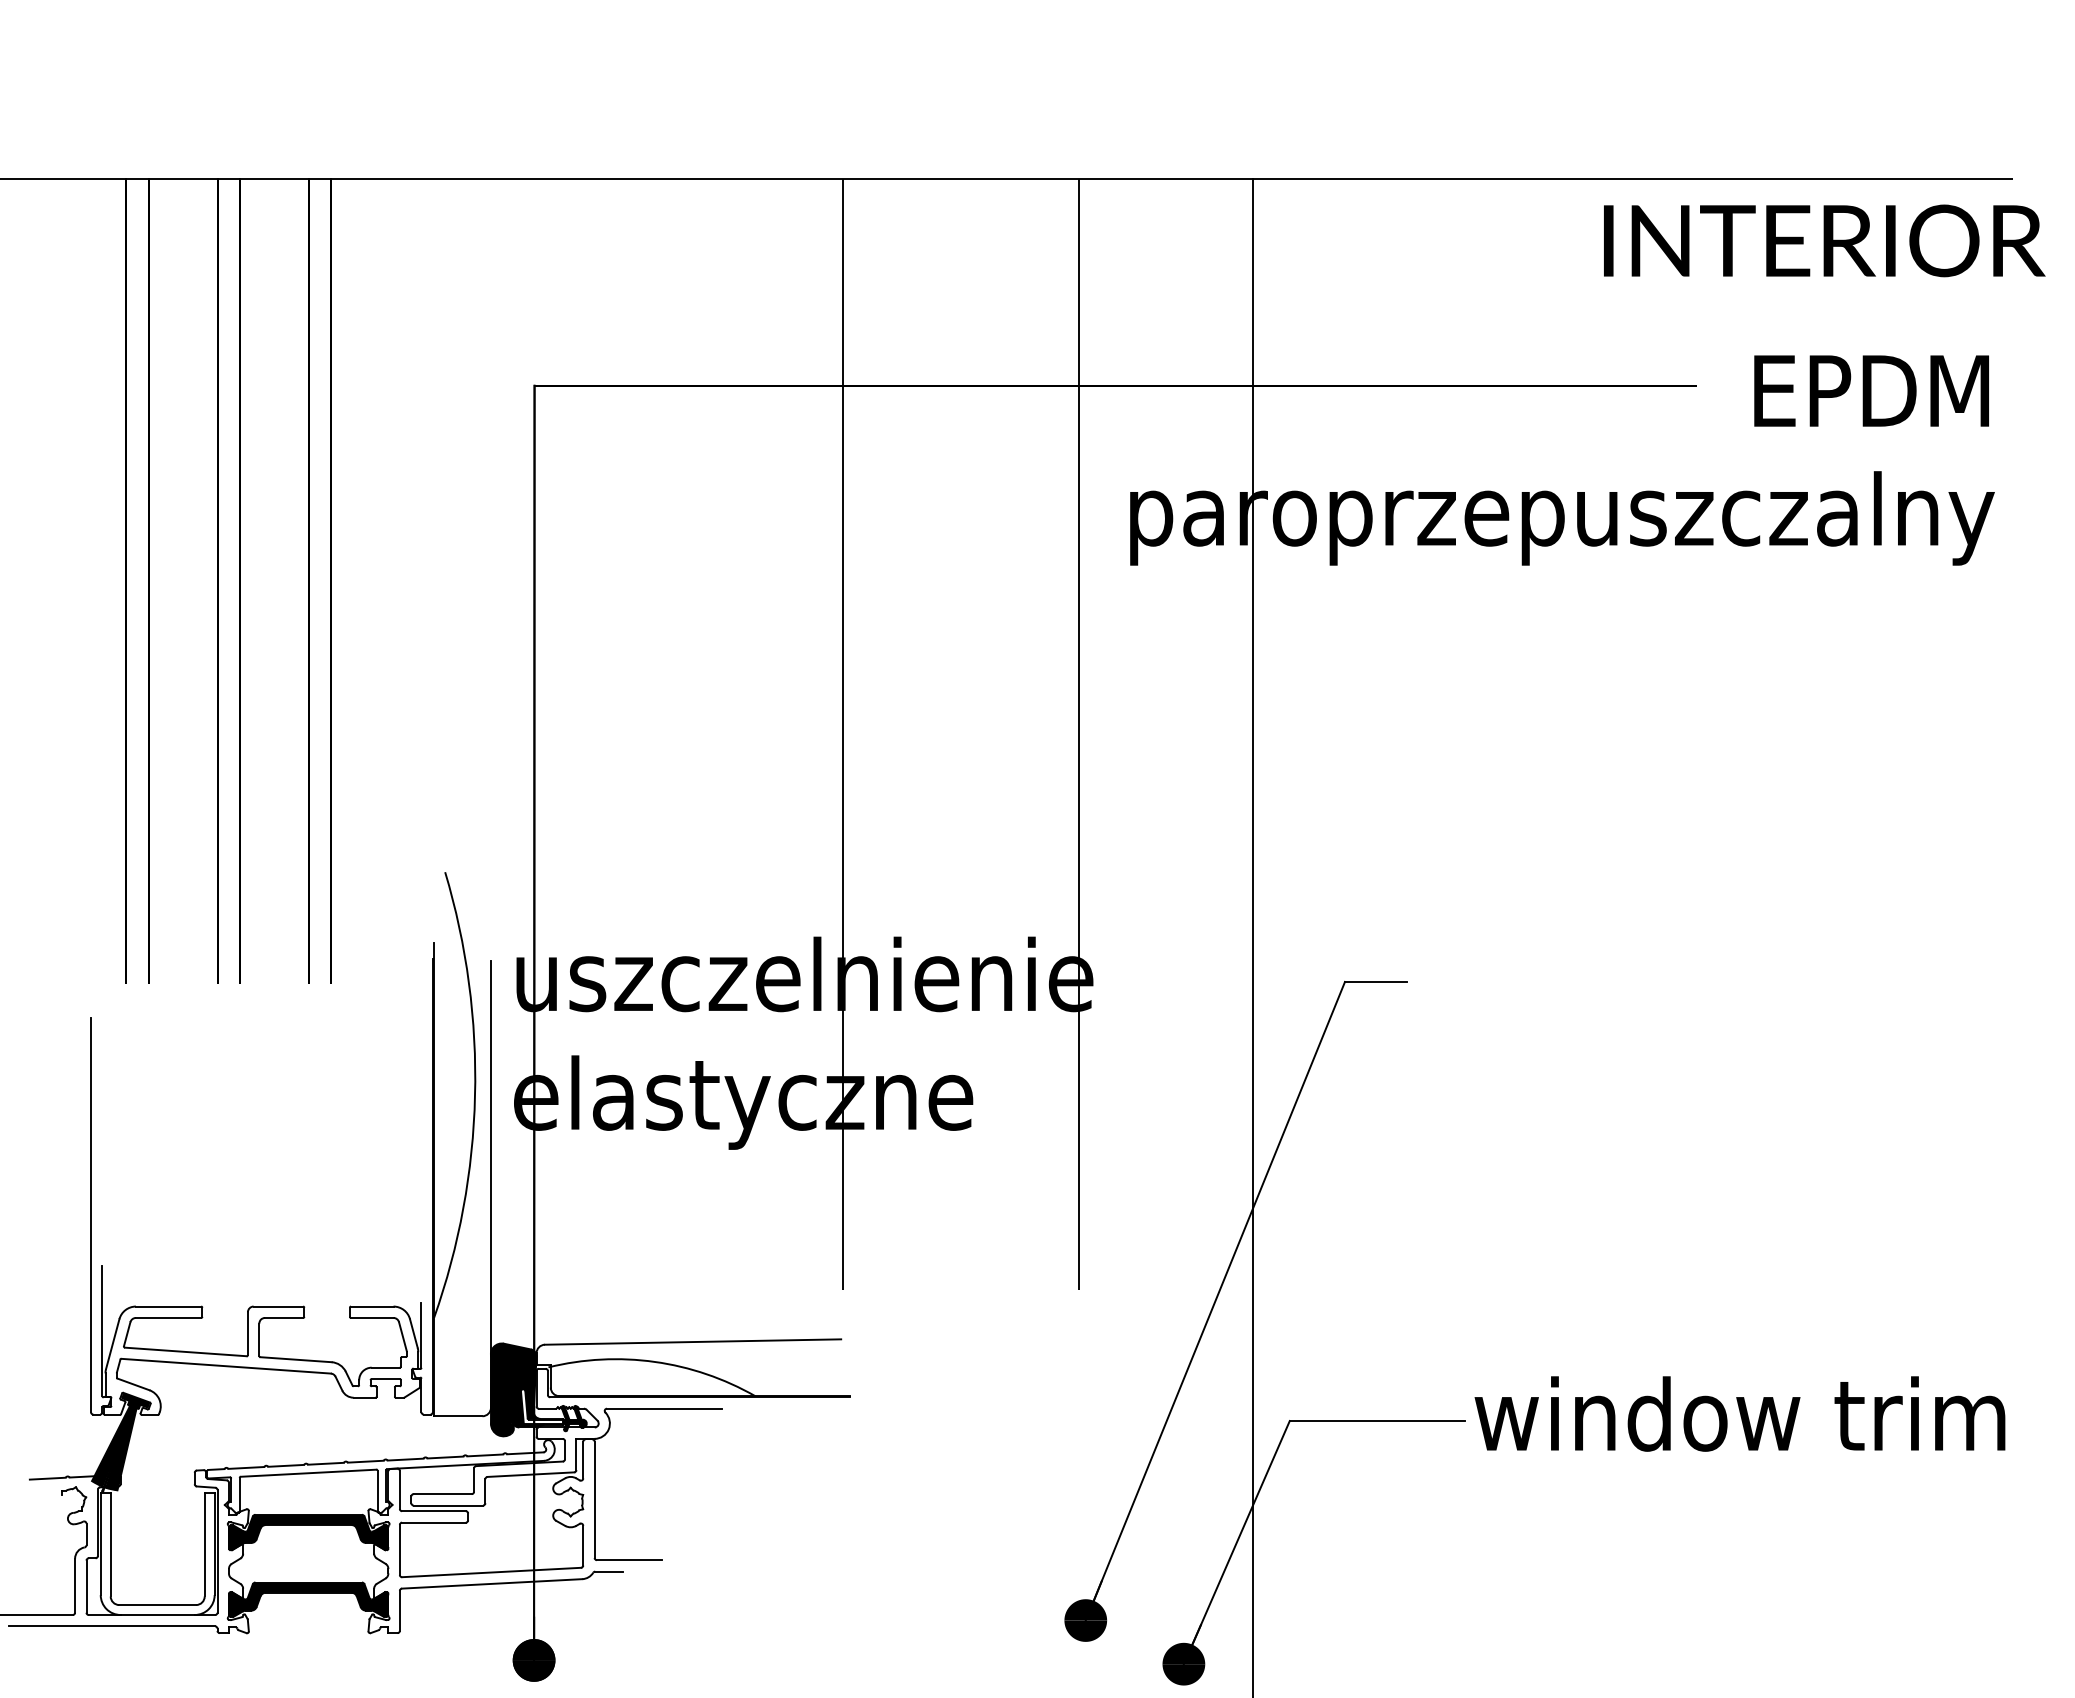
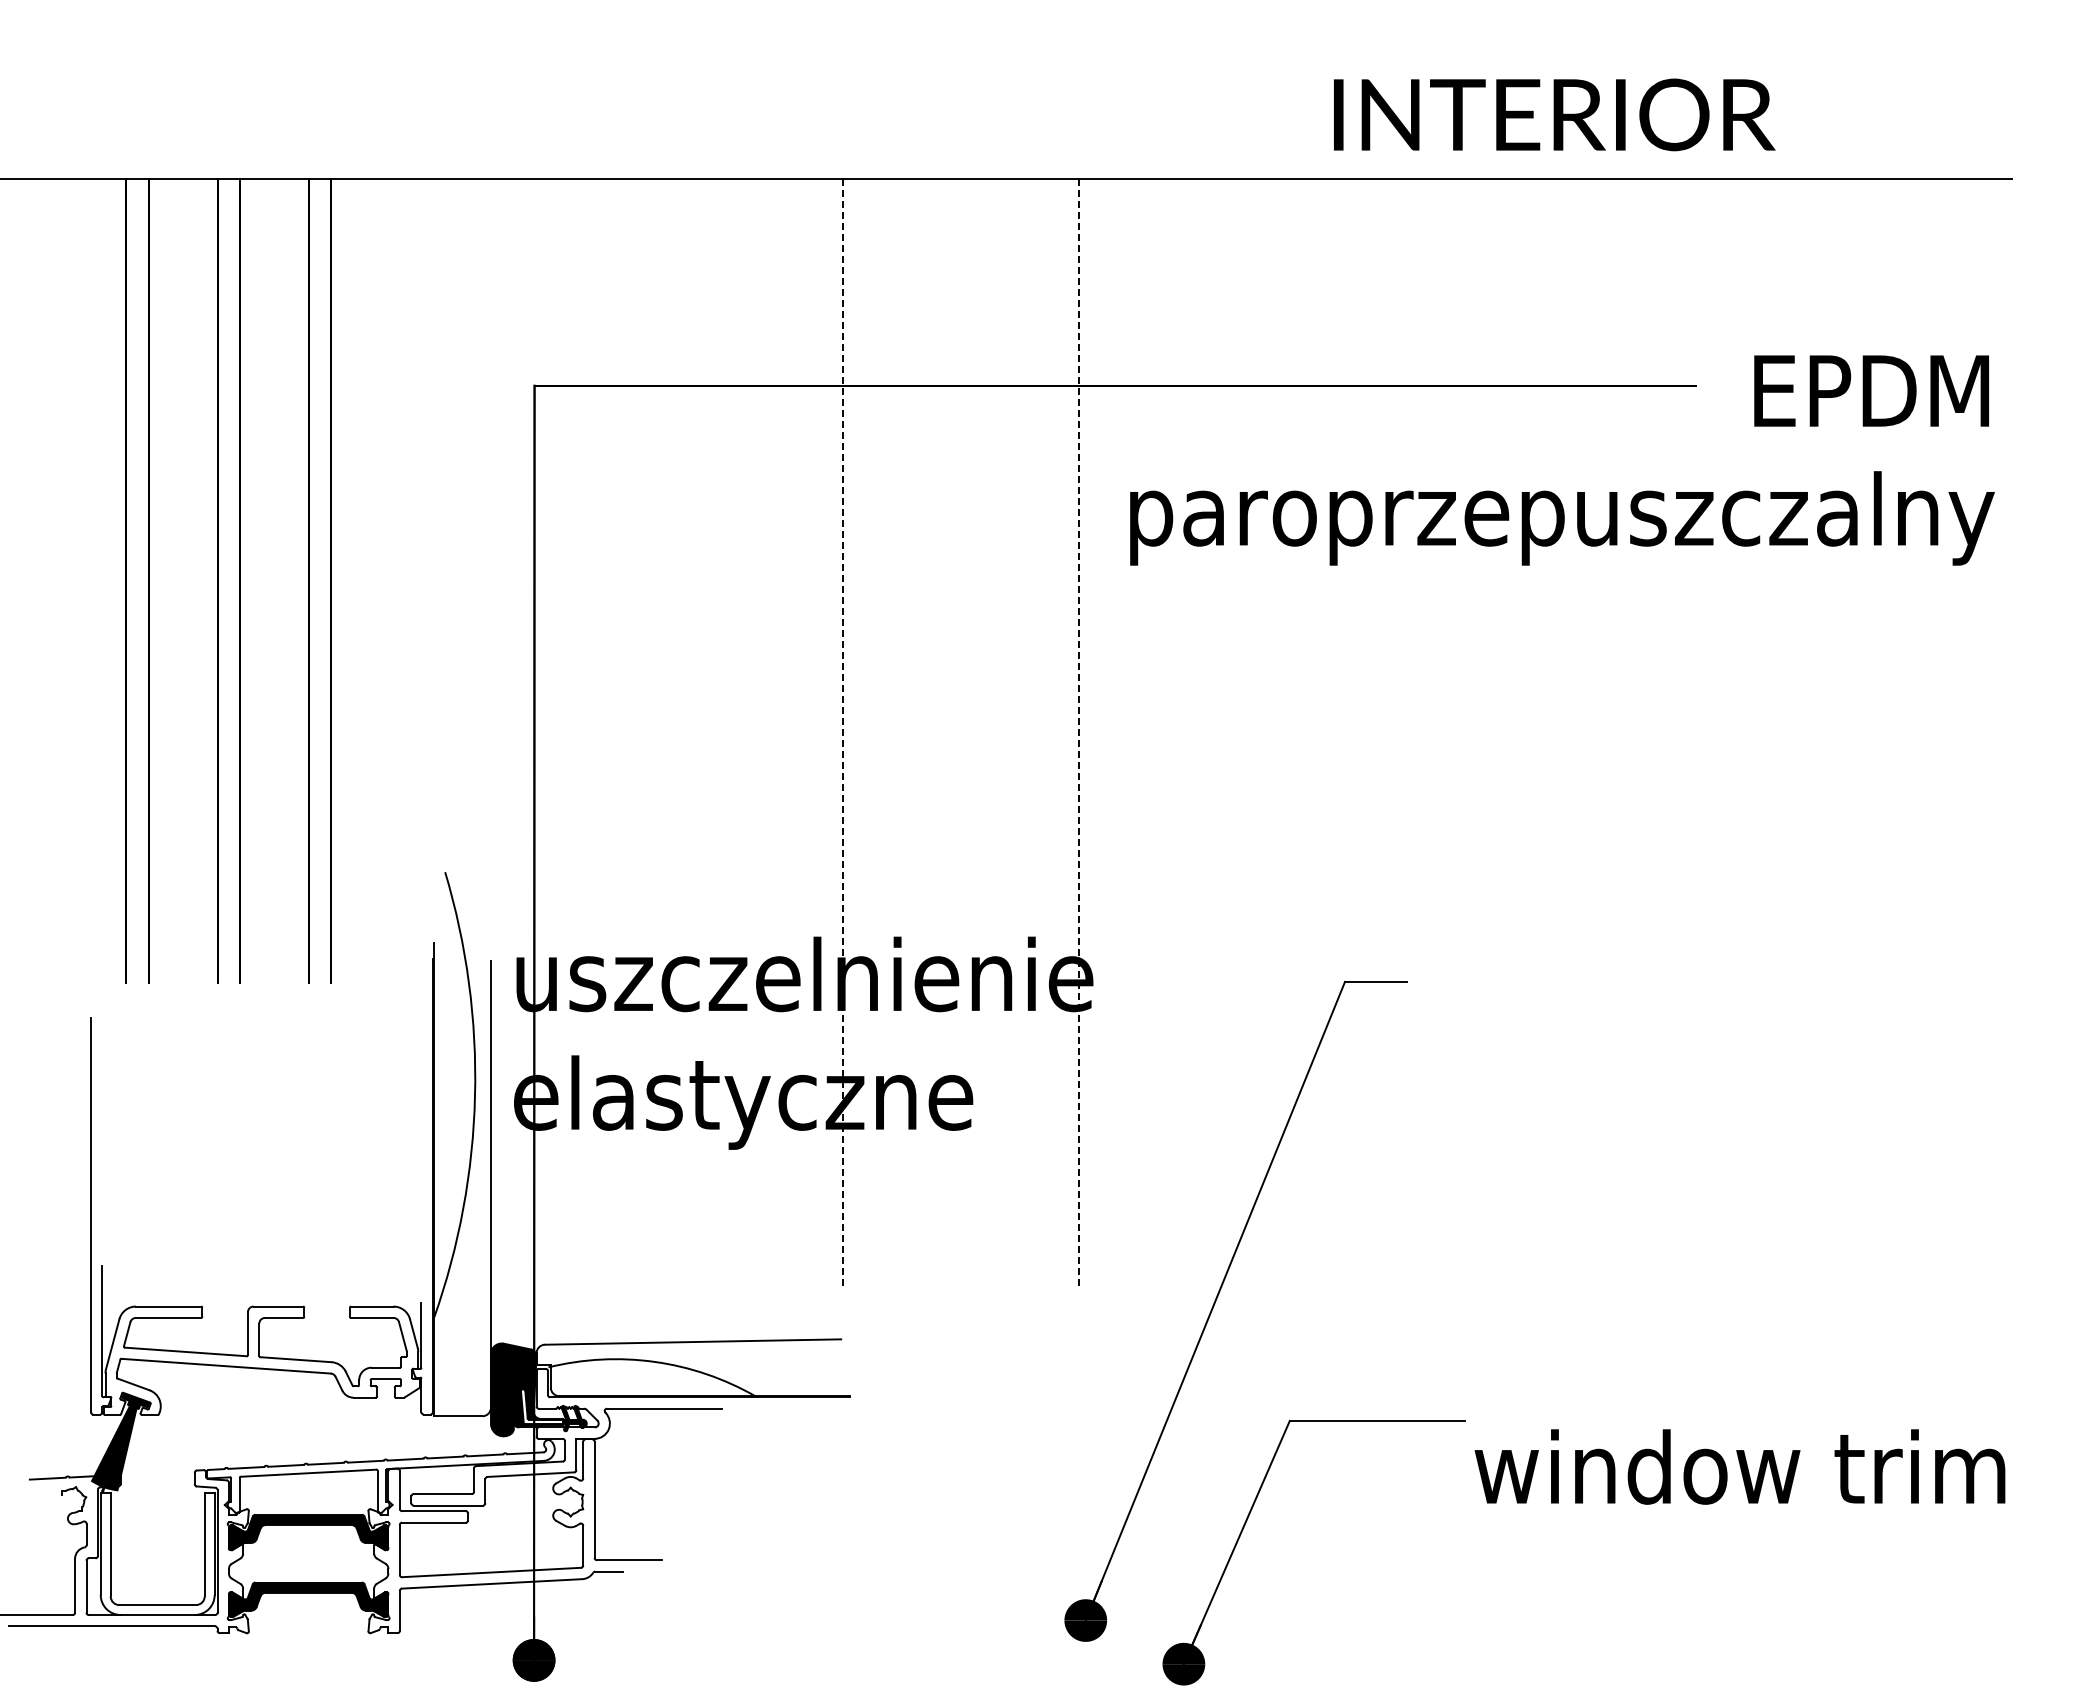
text at (1824, 240) position: (1824, 240) -> (1554, 114)
line at (843, 734): solid -> dashed
line at (1078, 734): solid -> dashed
line at (1253, 936): present -> none
text at (1739, 1413) position: (1739, 1413) -> (1739, 1466)
